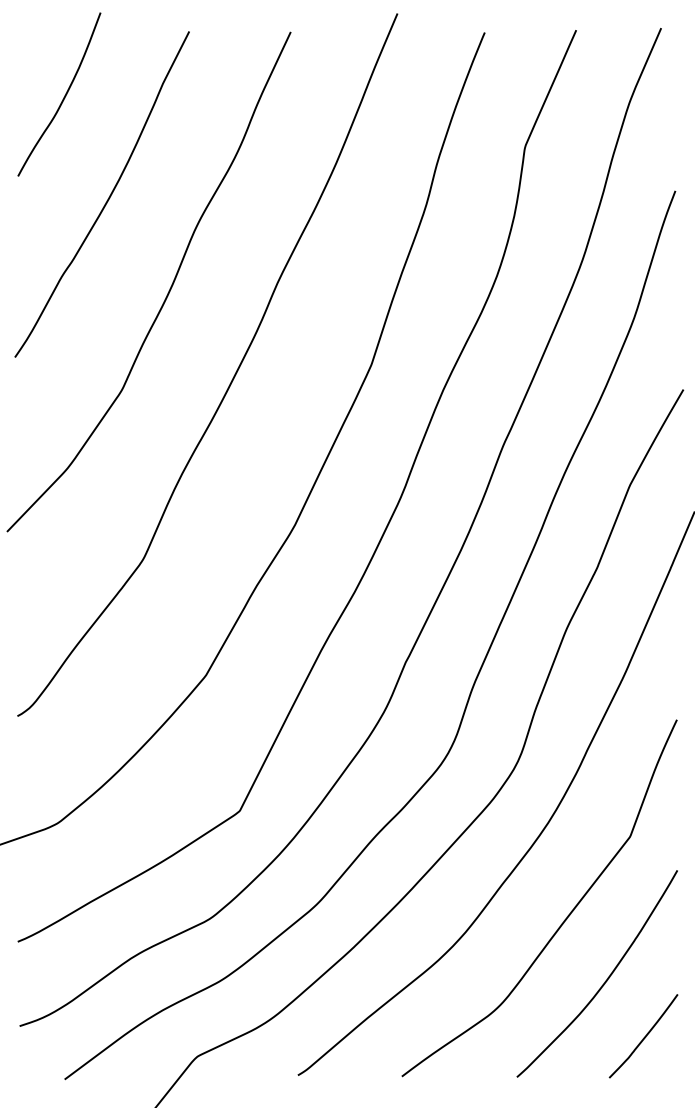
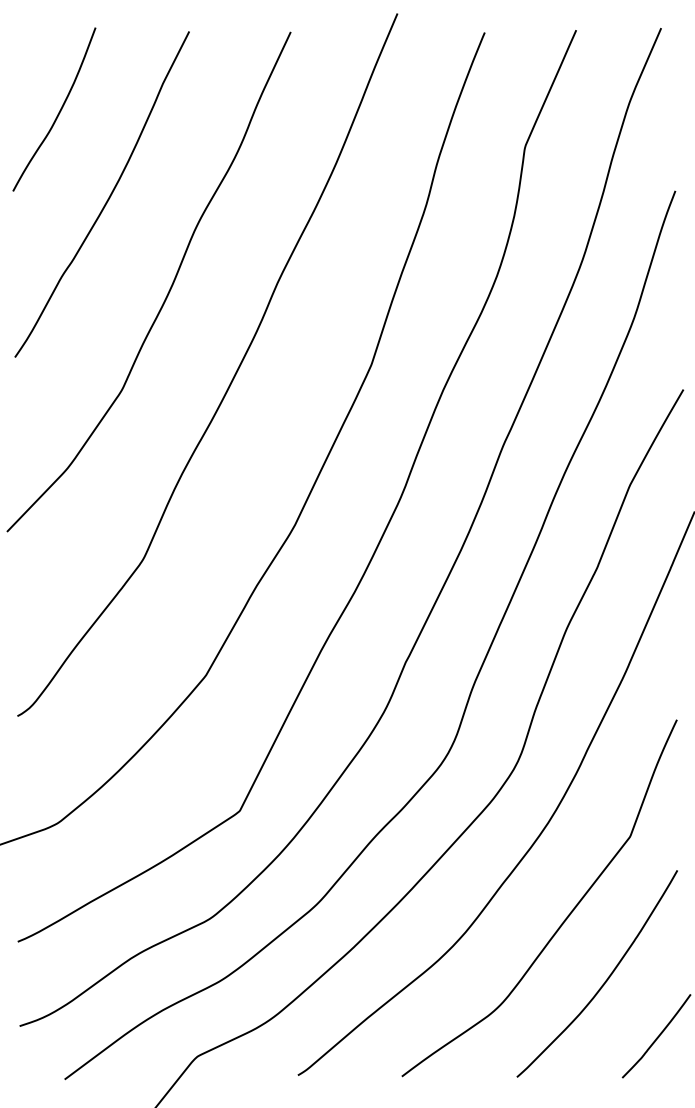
curve at (63, 97) position: (63, 97) -> (58, 112)
curve at (644, 1036) position: (644, 1036) -> (657, 1036)
